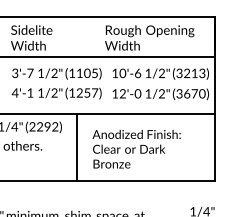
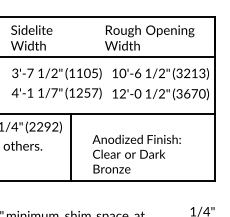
text at (54, 92): 1/2" -> 1/7"
line at (77, 147) position: (77, 147) -> (71, 147)
text at (136, 148) position: (136, 148) -> (136, 153)
